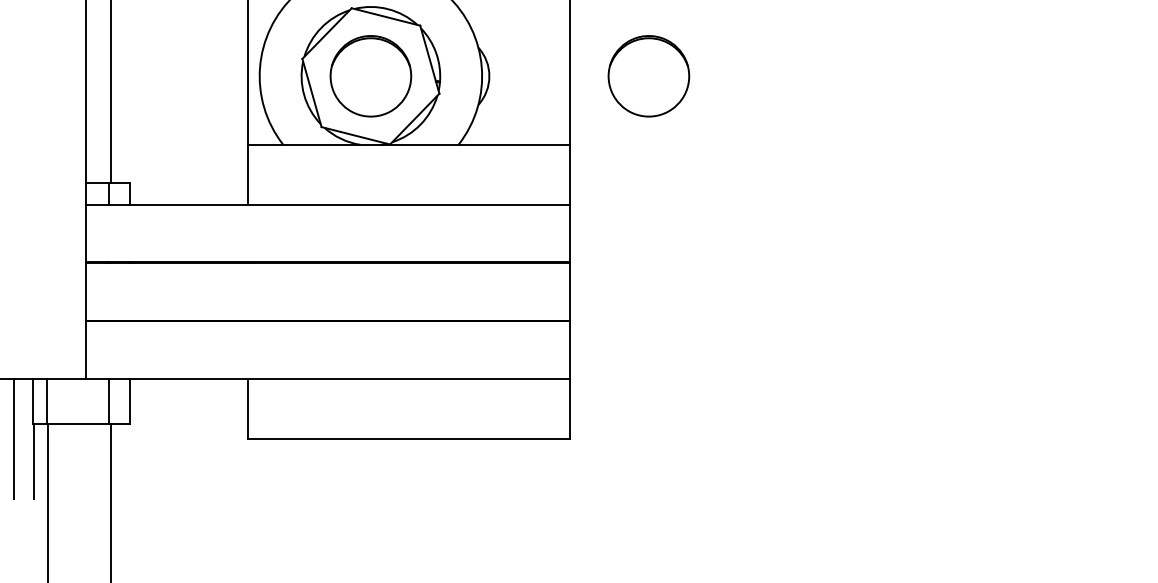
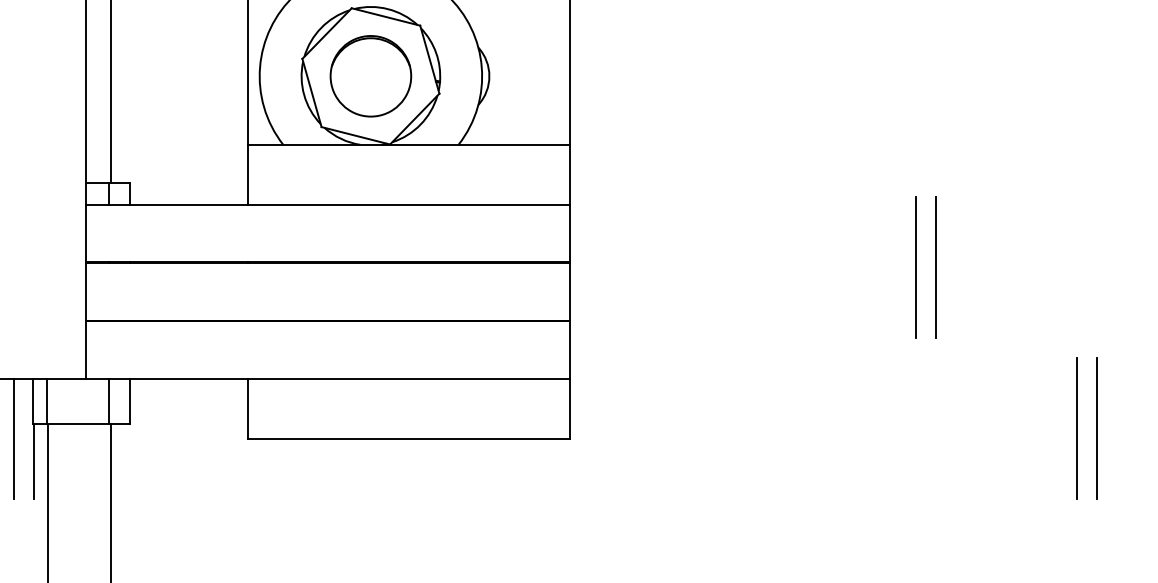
part at (648, 76): present -> none
line at (915, 266): none -> present
line at (935, 267): none -> present
line at (1076, 427): none -> present
line at (1097, 427): none -> present
